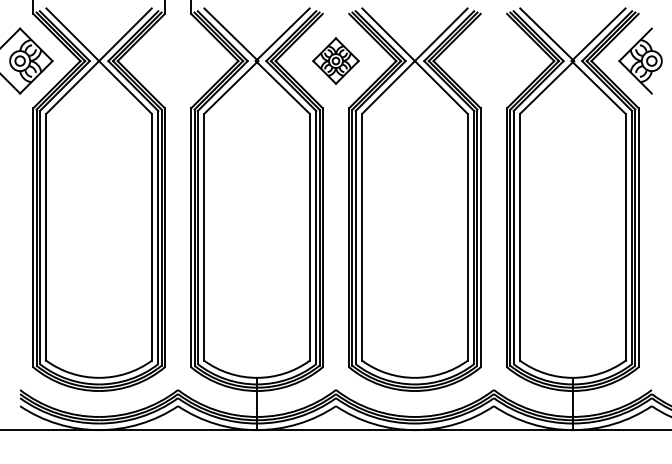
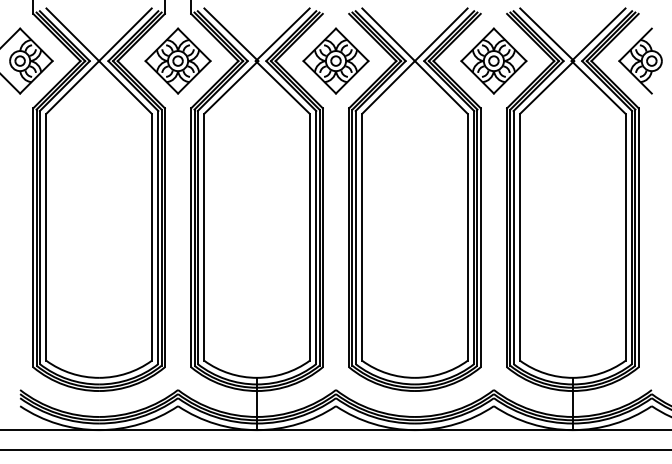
part at (177, 60): none -> present
part at (335, 60) size: 48x48 px -> 68x68 px
part at (493, 60): none -> present
line at (335, 450): none -> present
